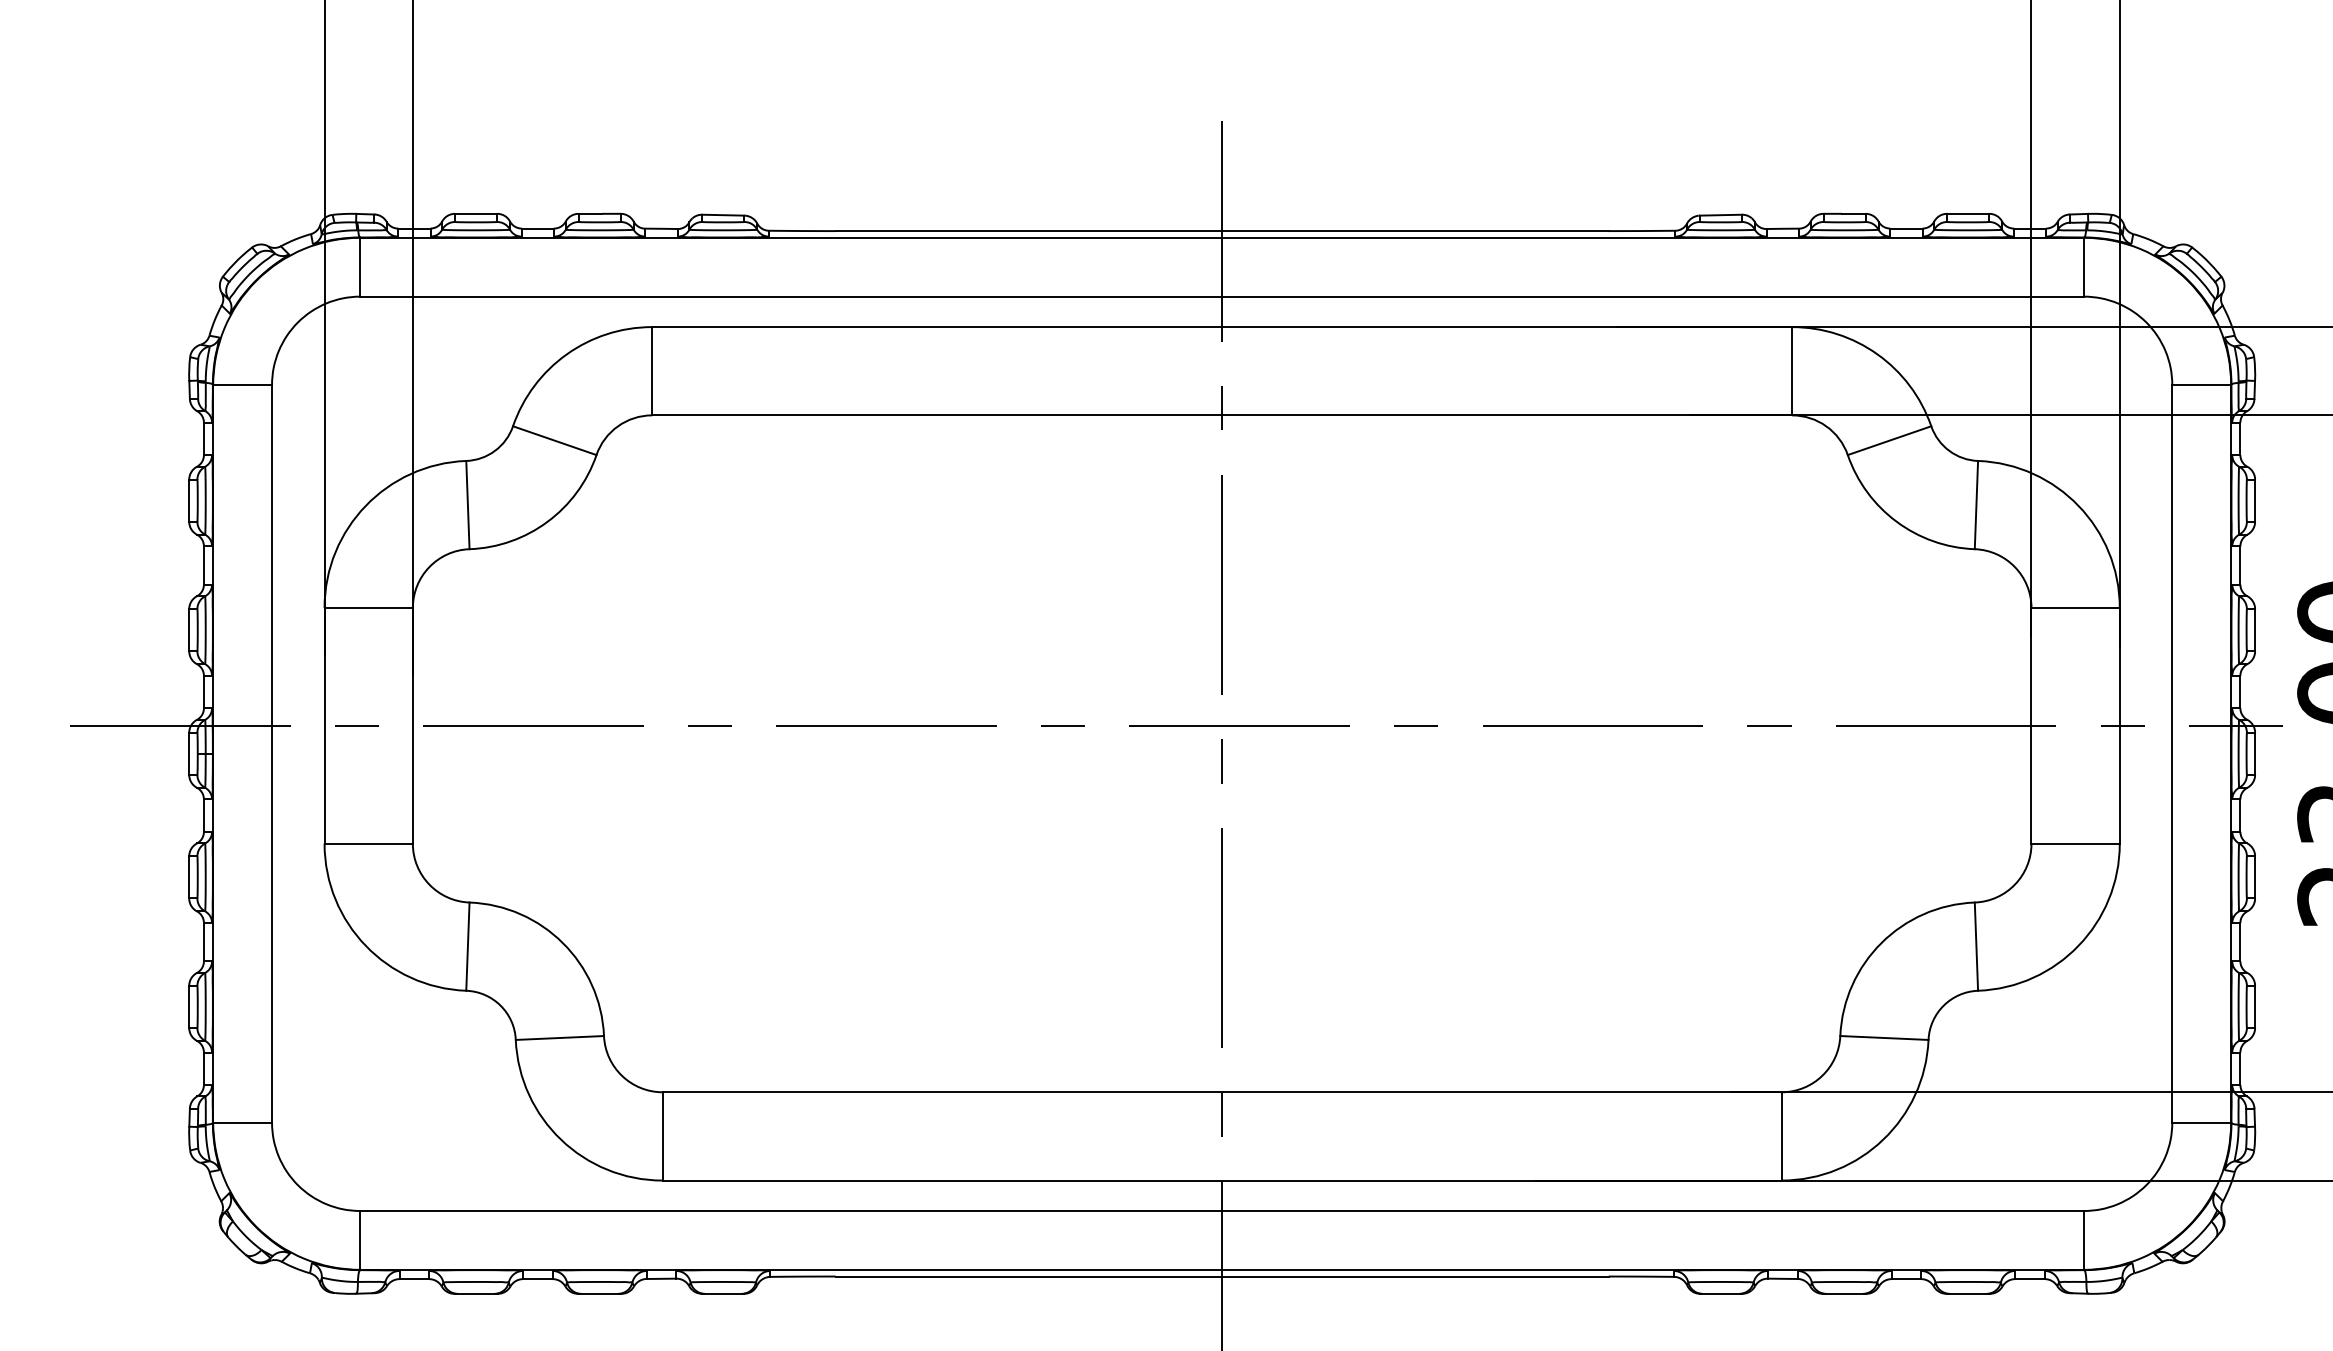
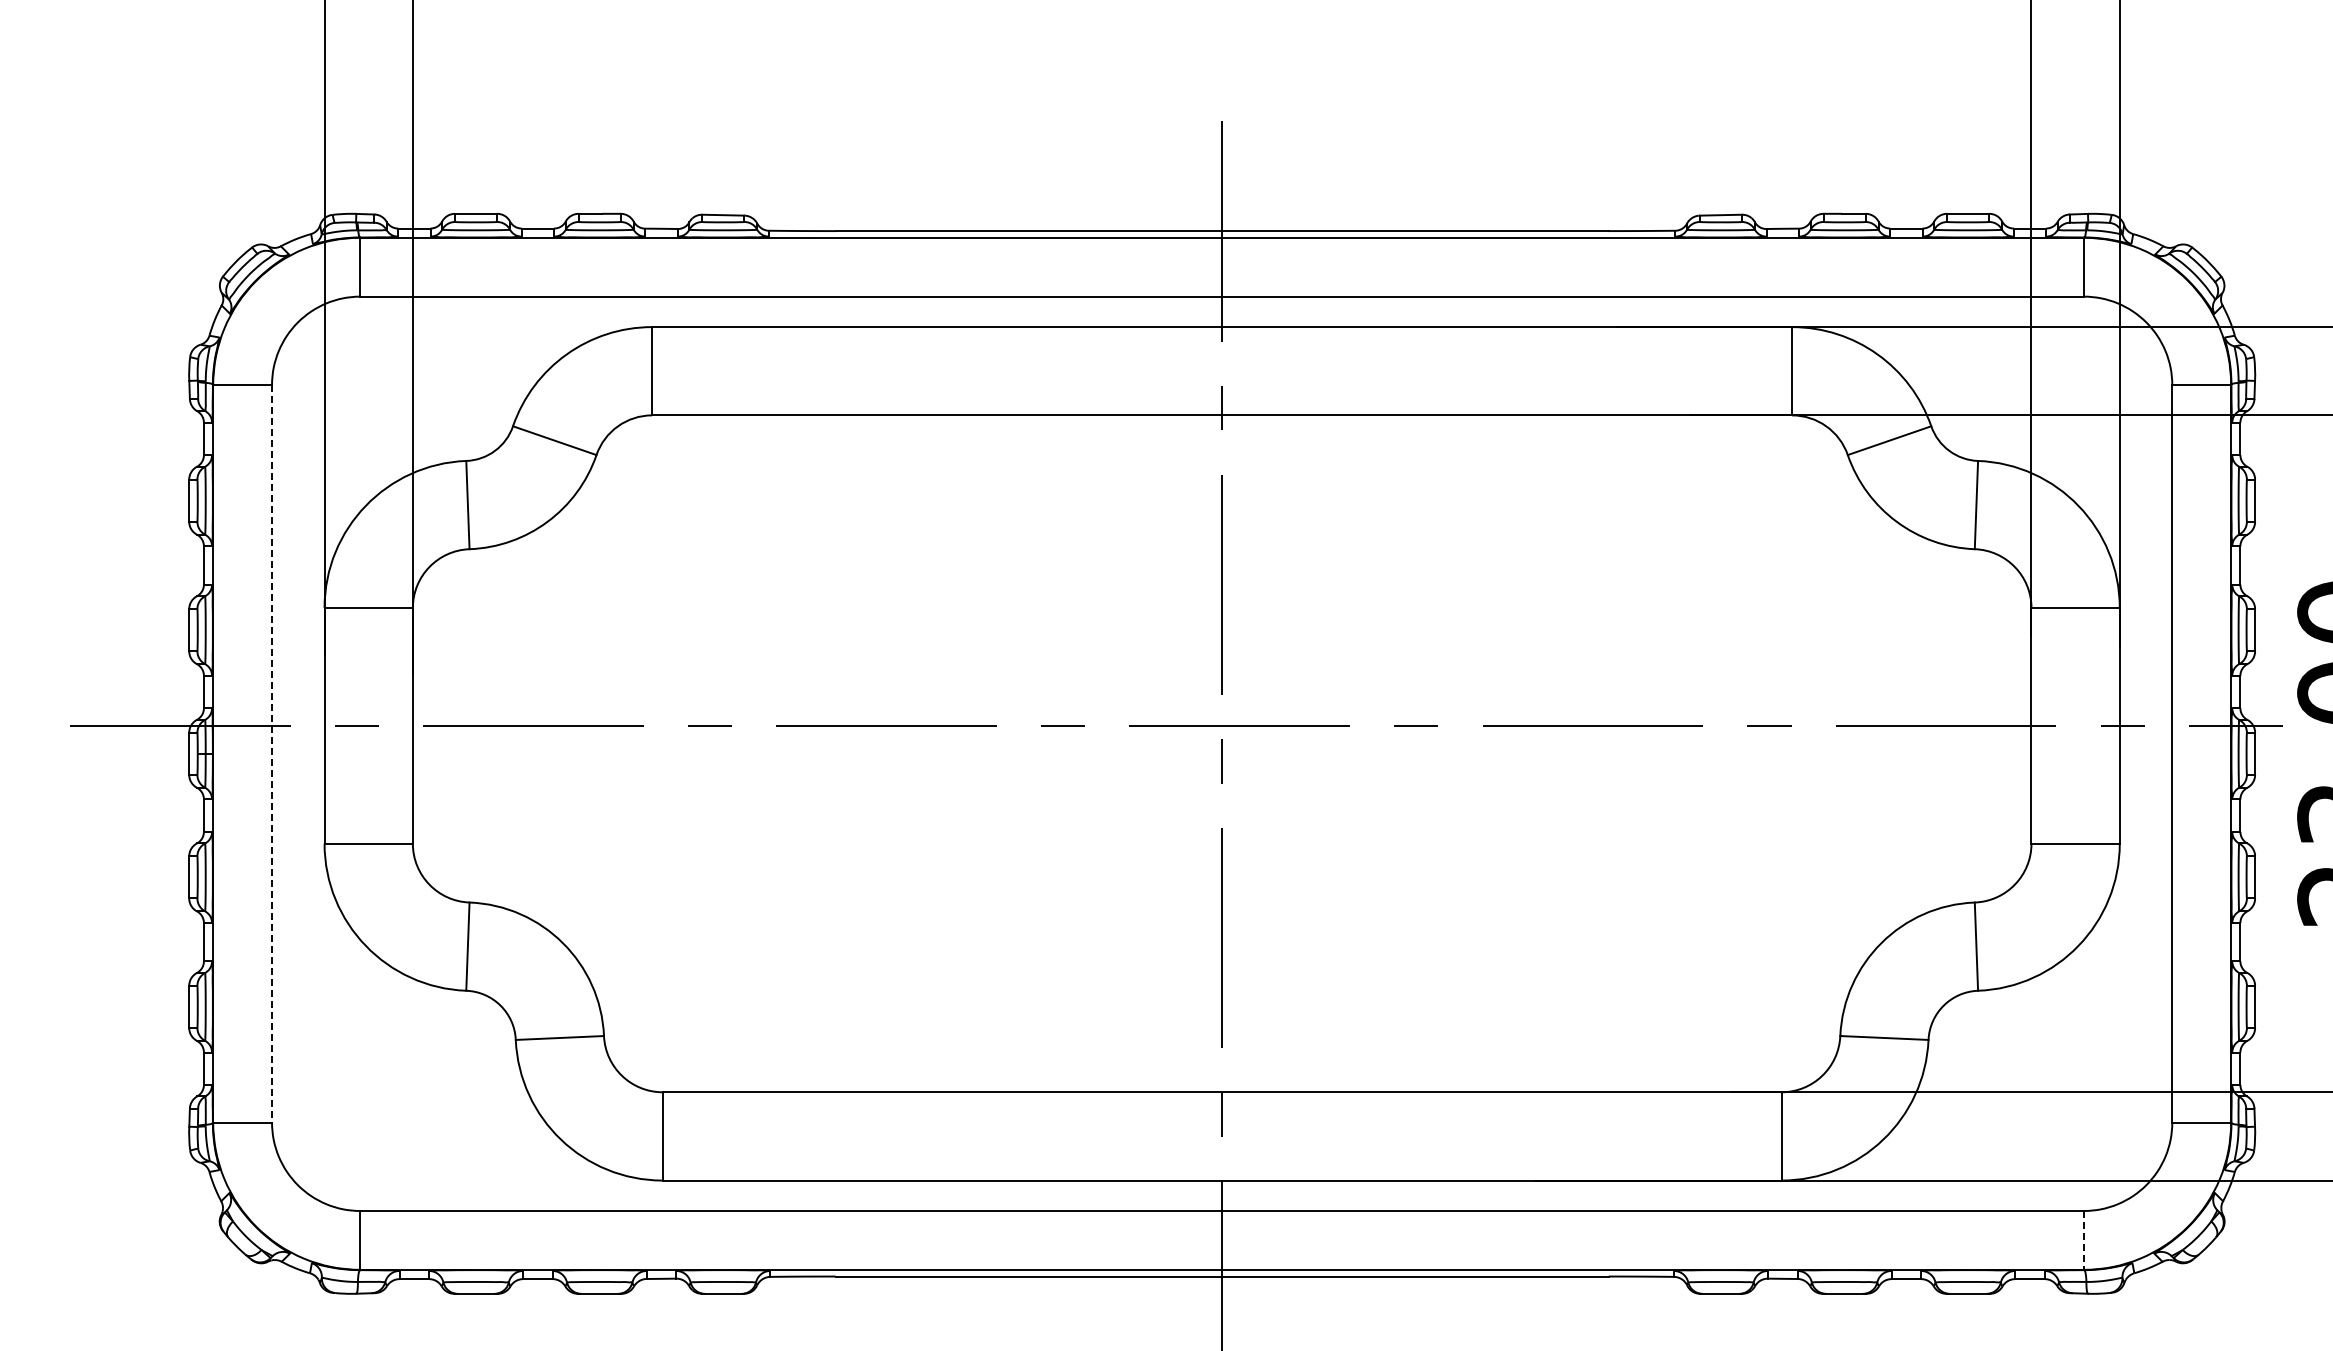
line at (272, 753): solid -> dashed
line at (2084, 1240): solid -> dashed
